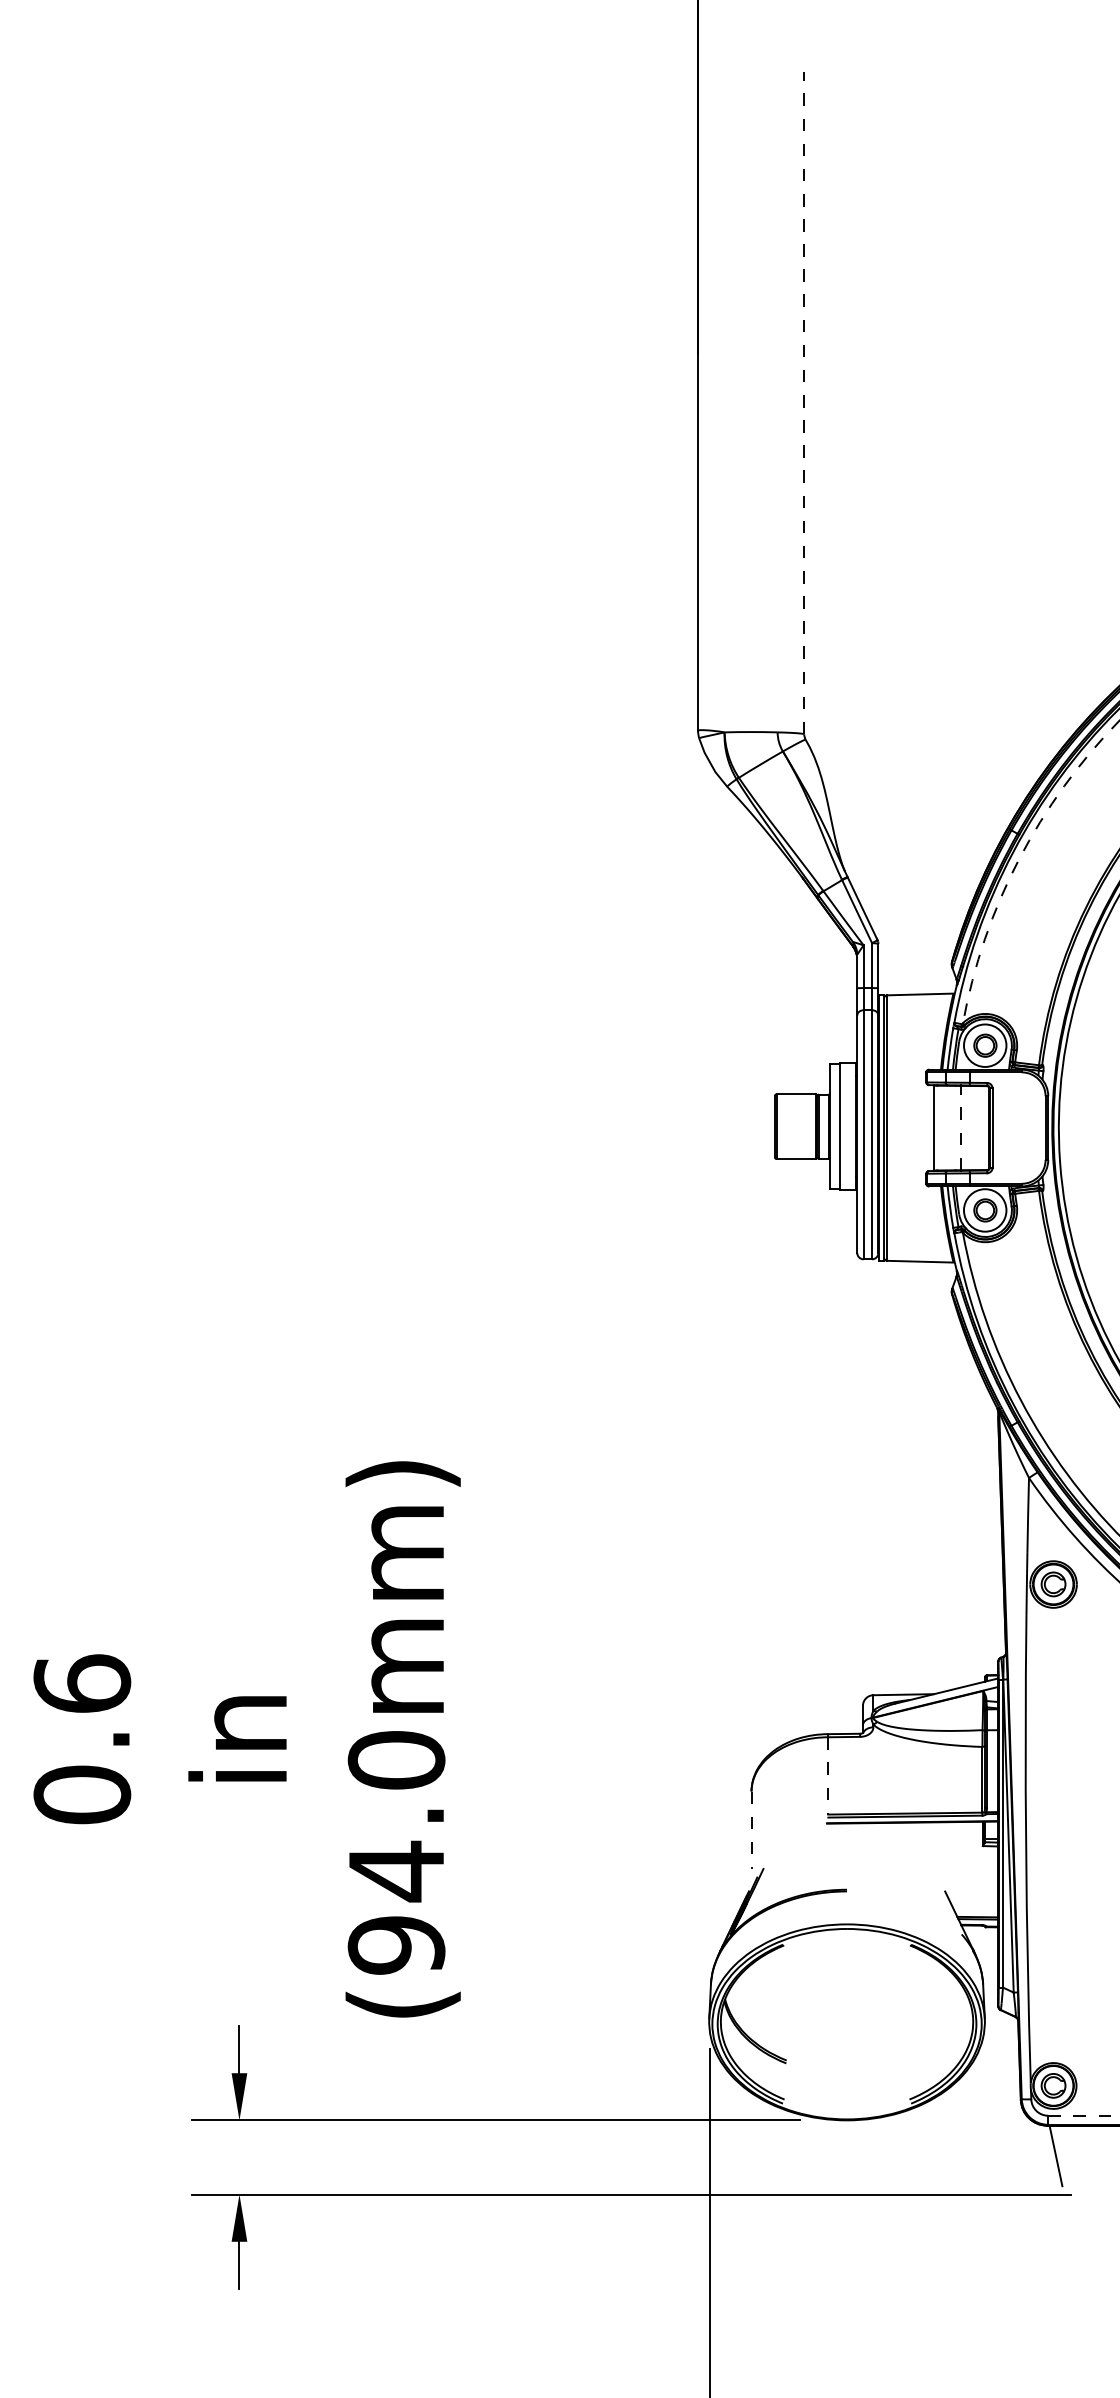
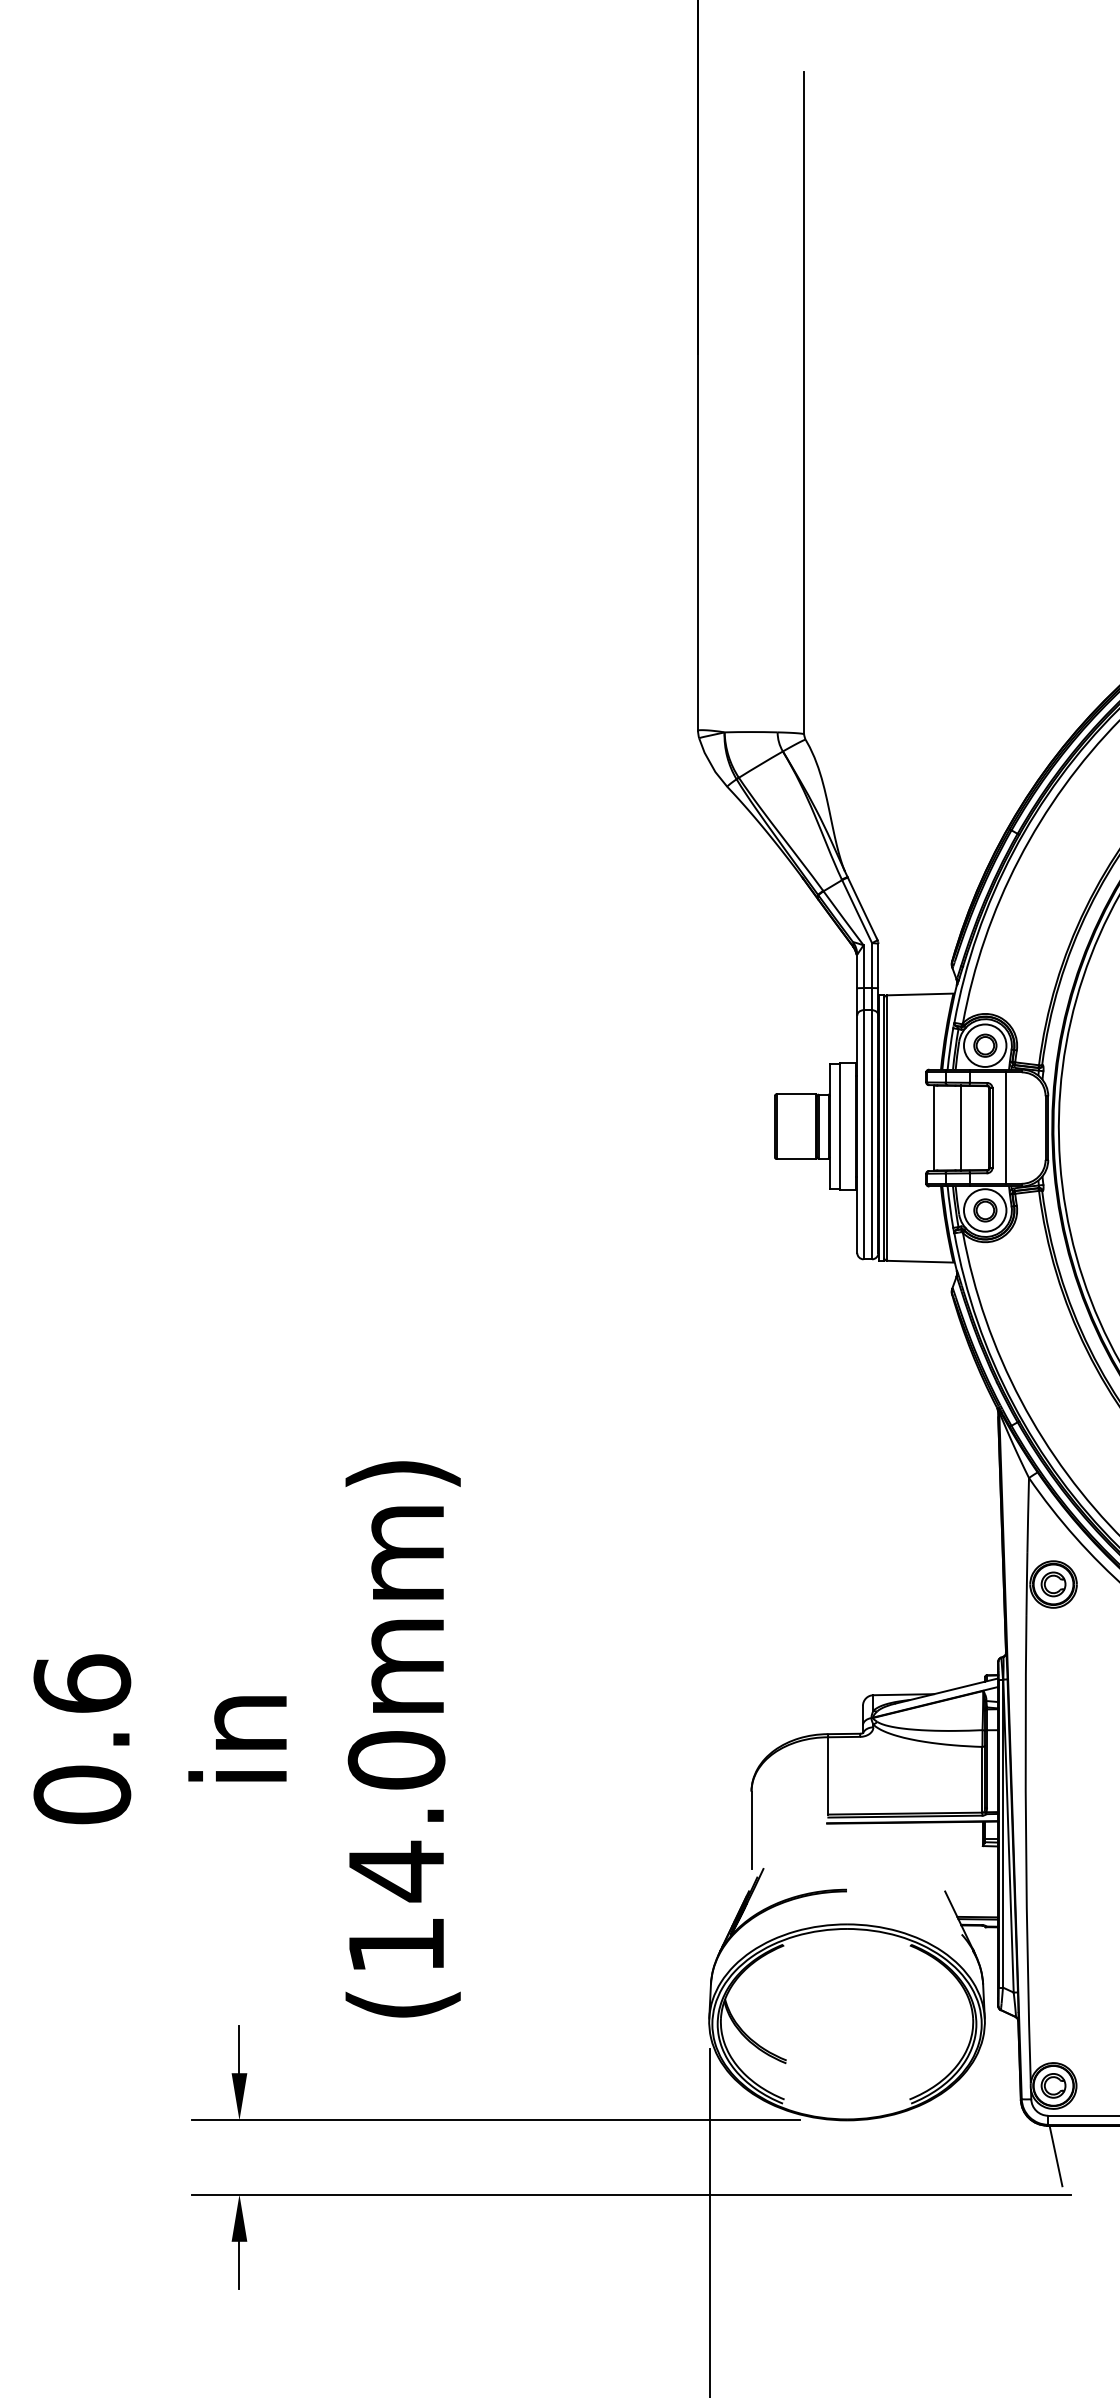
line at (804, 402): dashed -> solid
arc at (1018, 859): dashed -> solid
line at (960, 1127): dashed -> solid
line at (1005, 1127): none -> present
line at (828, 1775): dashed -> solid
line at (751, 1830): dashed -> solid
text at (396, 1945): (94.0mm) -> (14.0mm)
line at (1084, 2115): dashed -> solid
